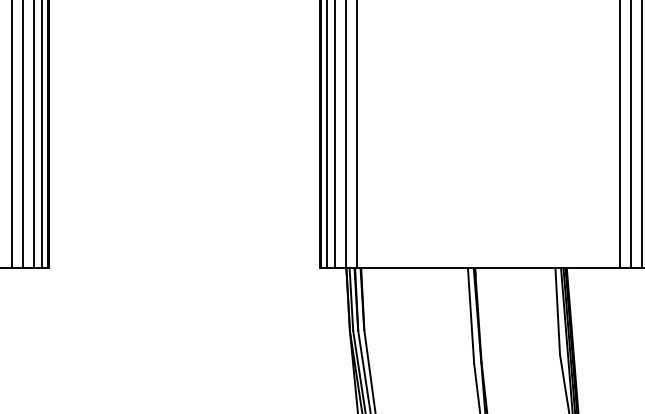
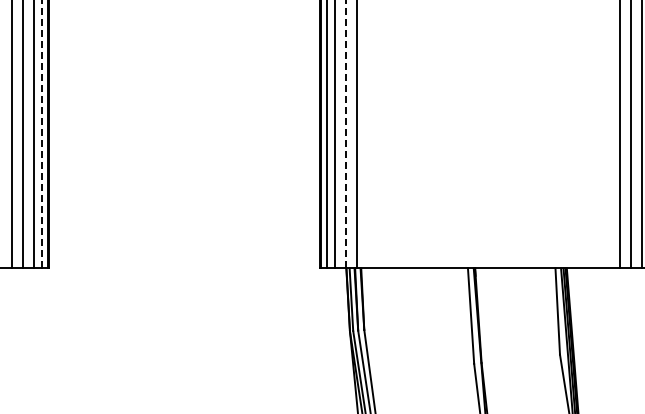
line at (42, 134): solid -> dashed
line at (345, 134): solid -> dashed
